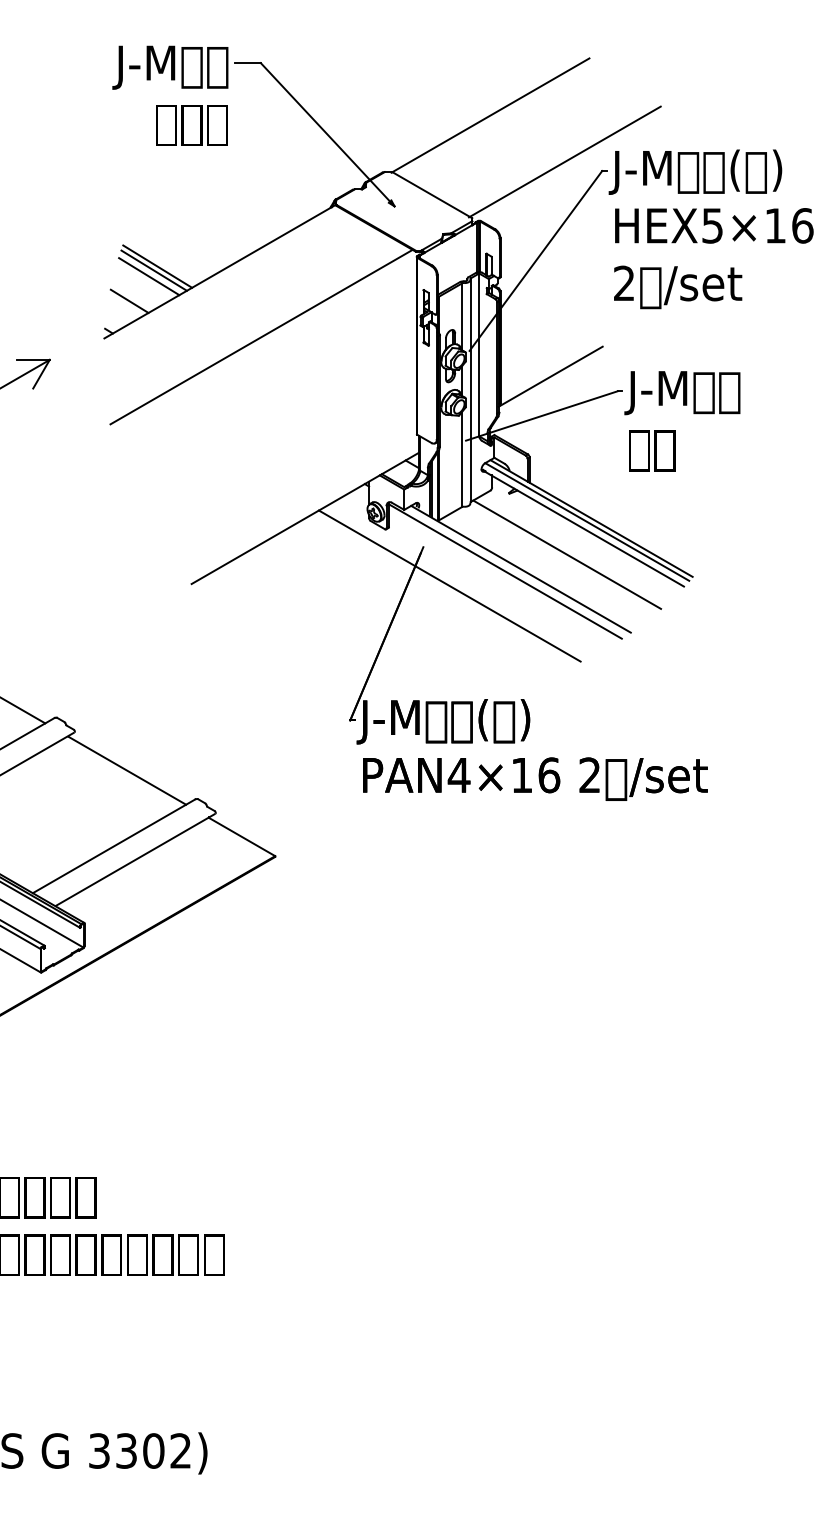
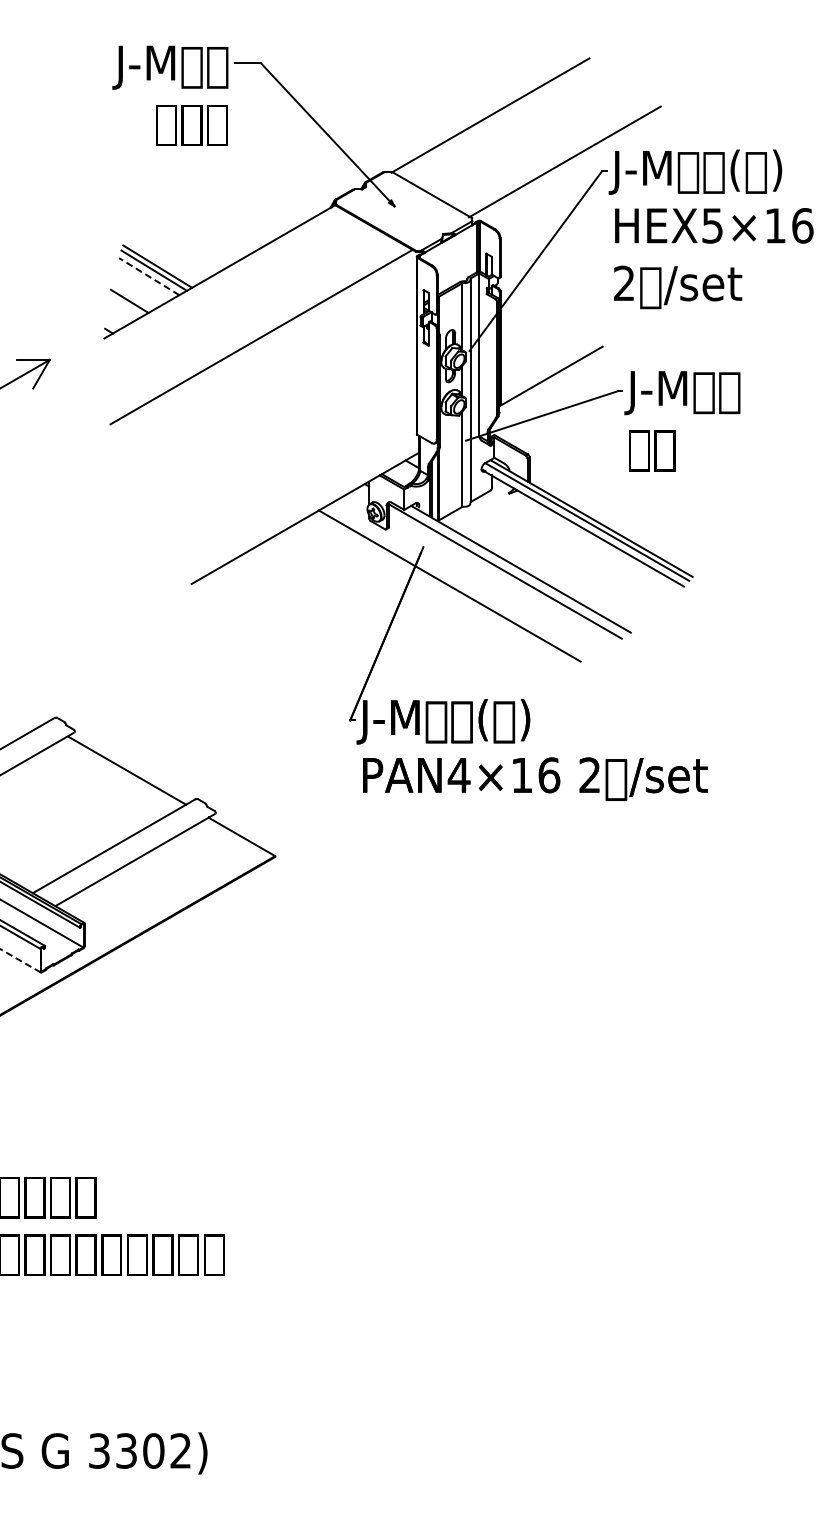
line at (148, 276): solid -> dashed
line at (567, 554): present -> none
line at (23, 710): present -> none
line at (20, 960): solid -> dashed
